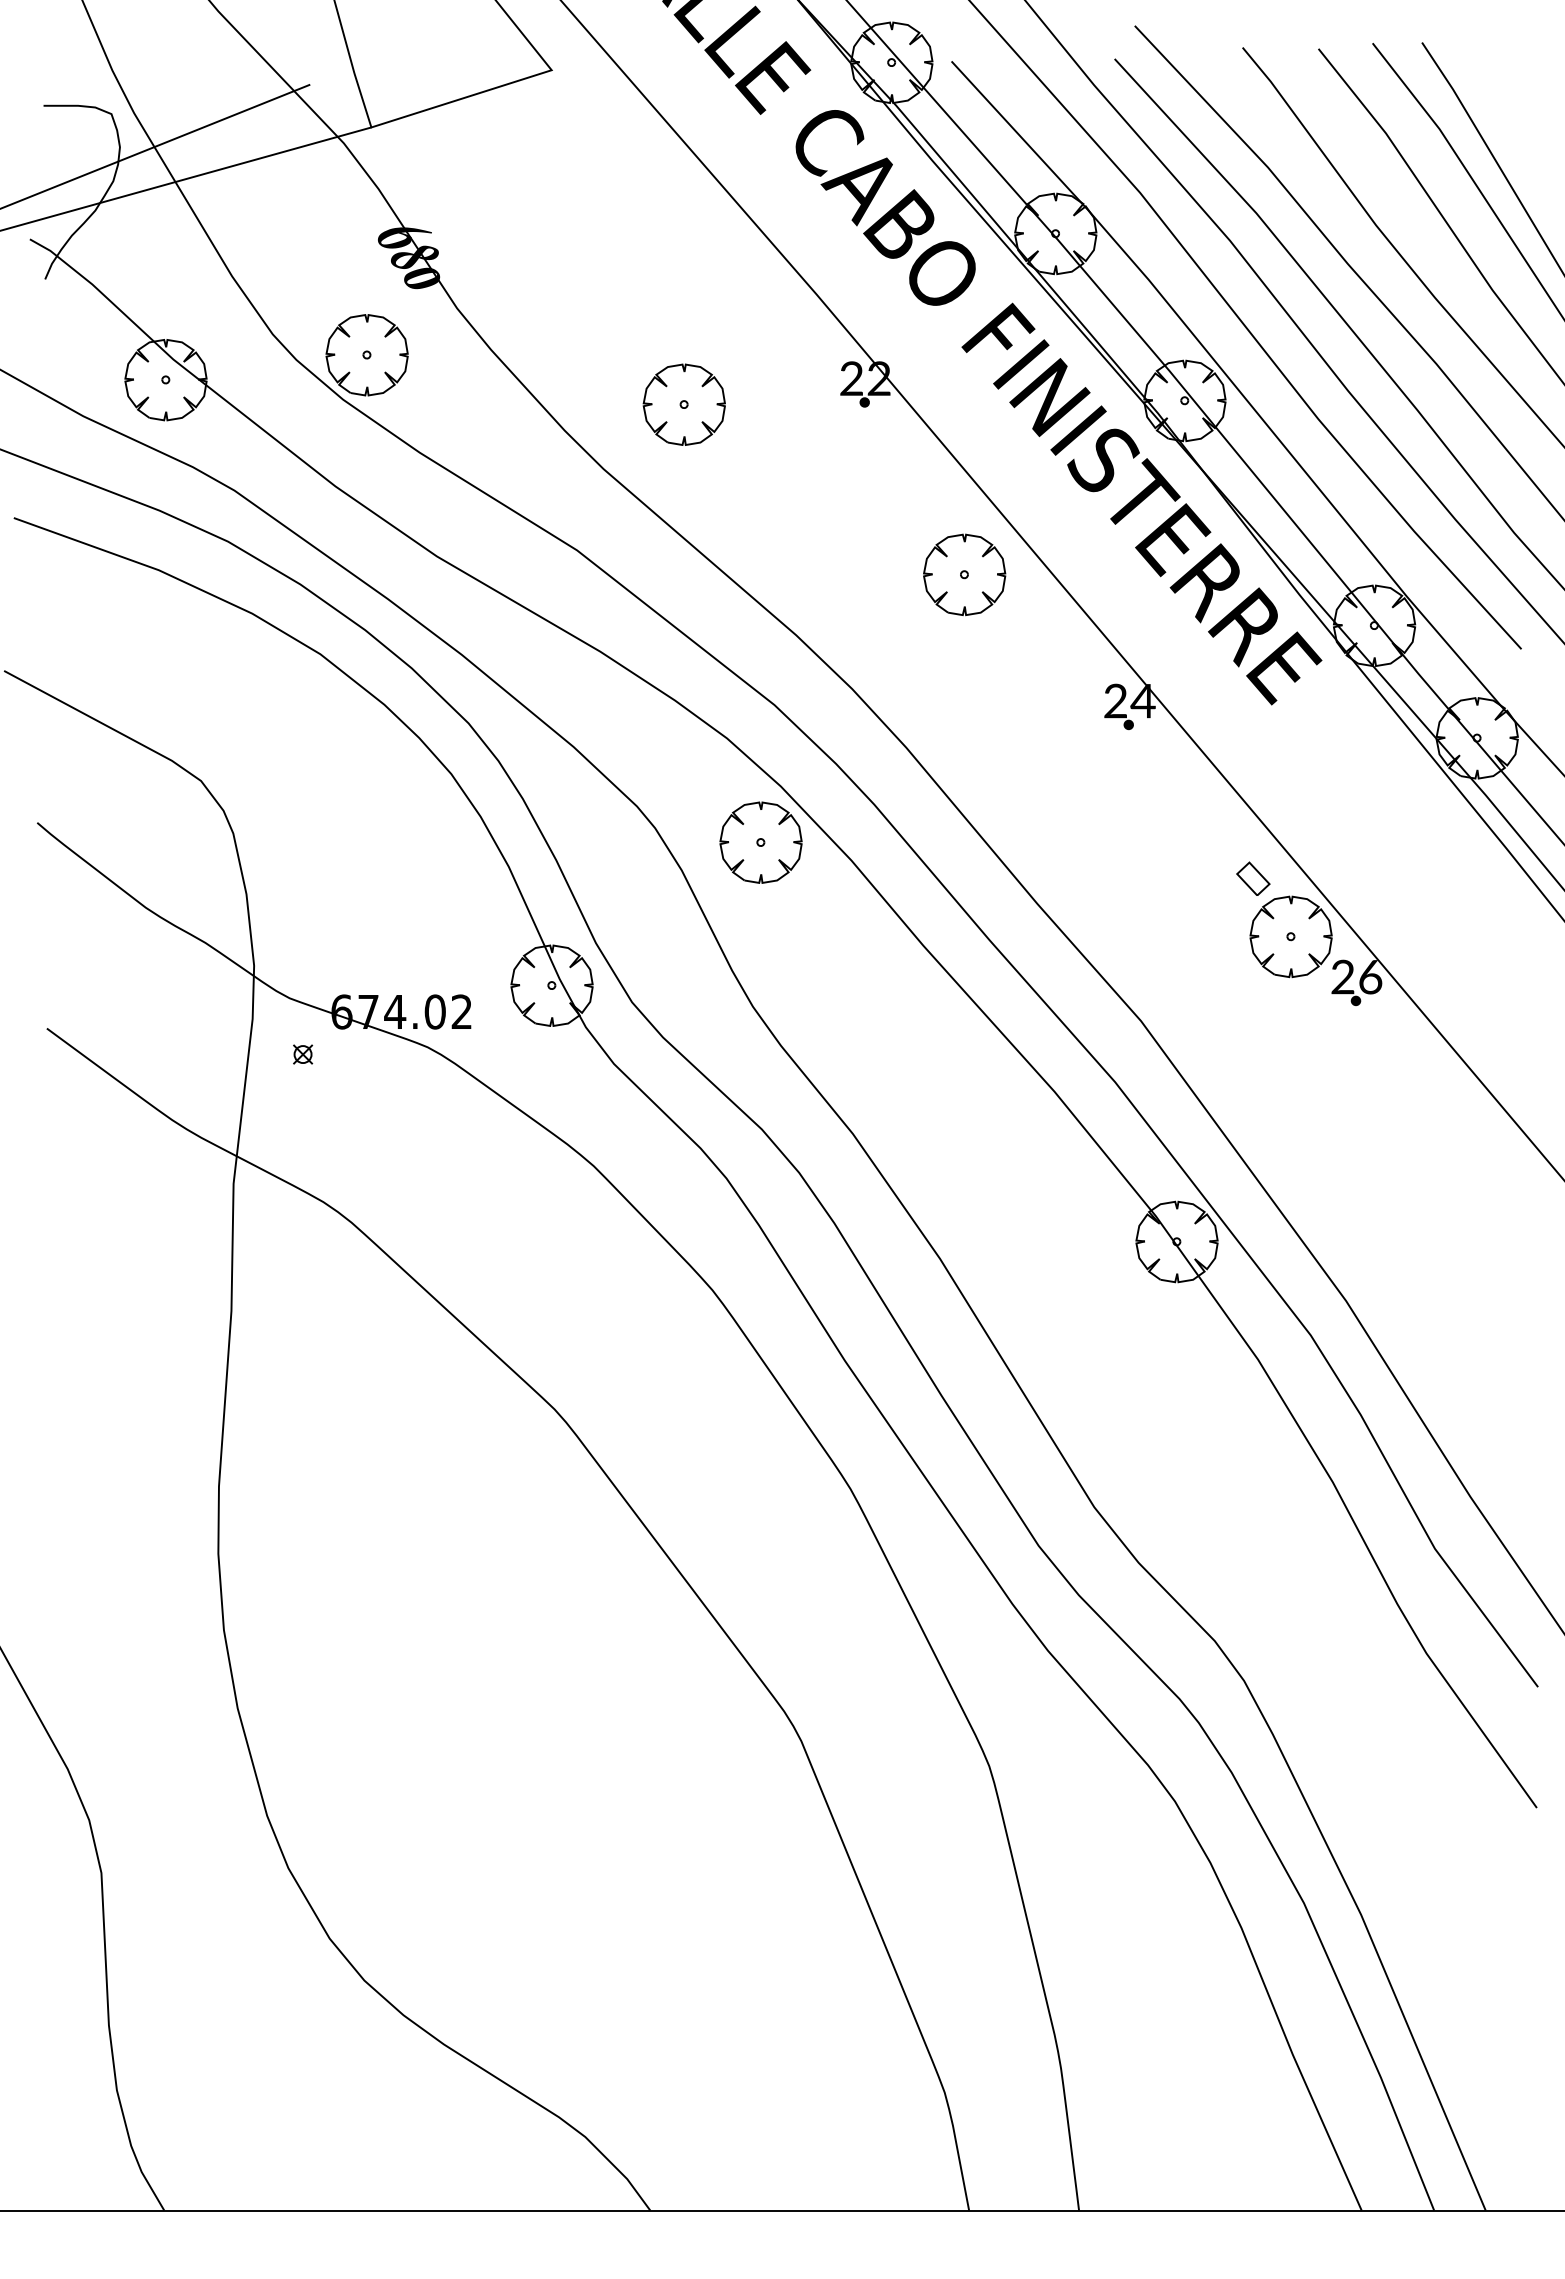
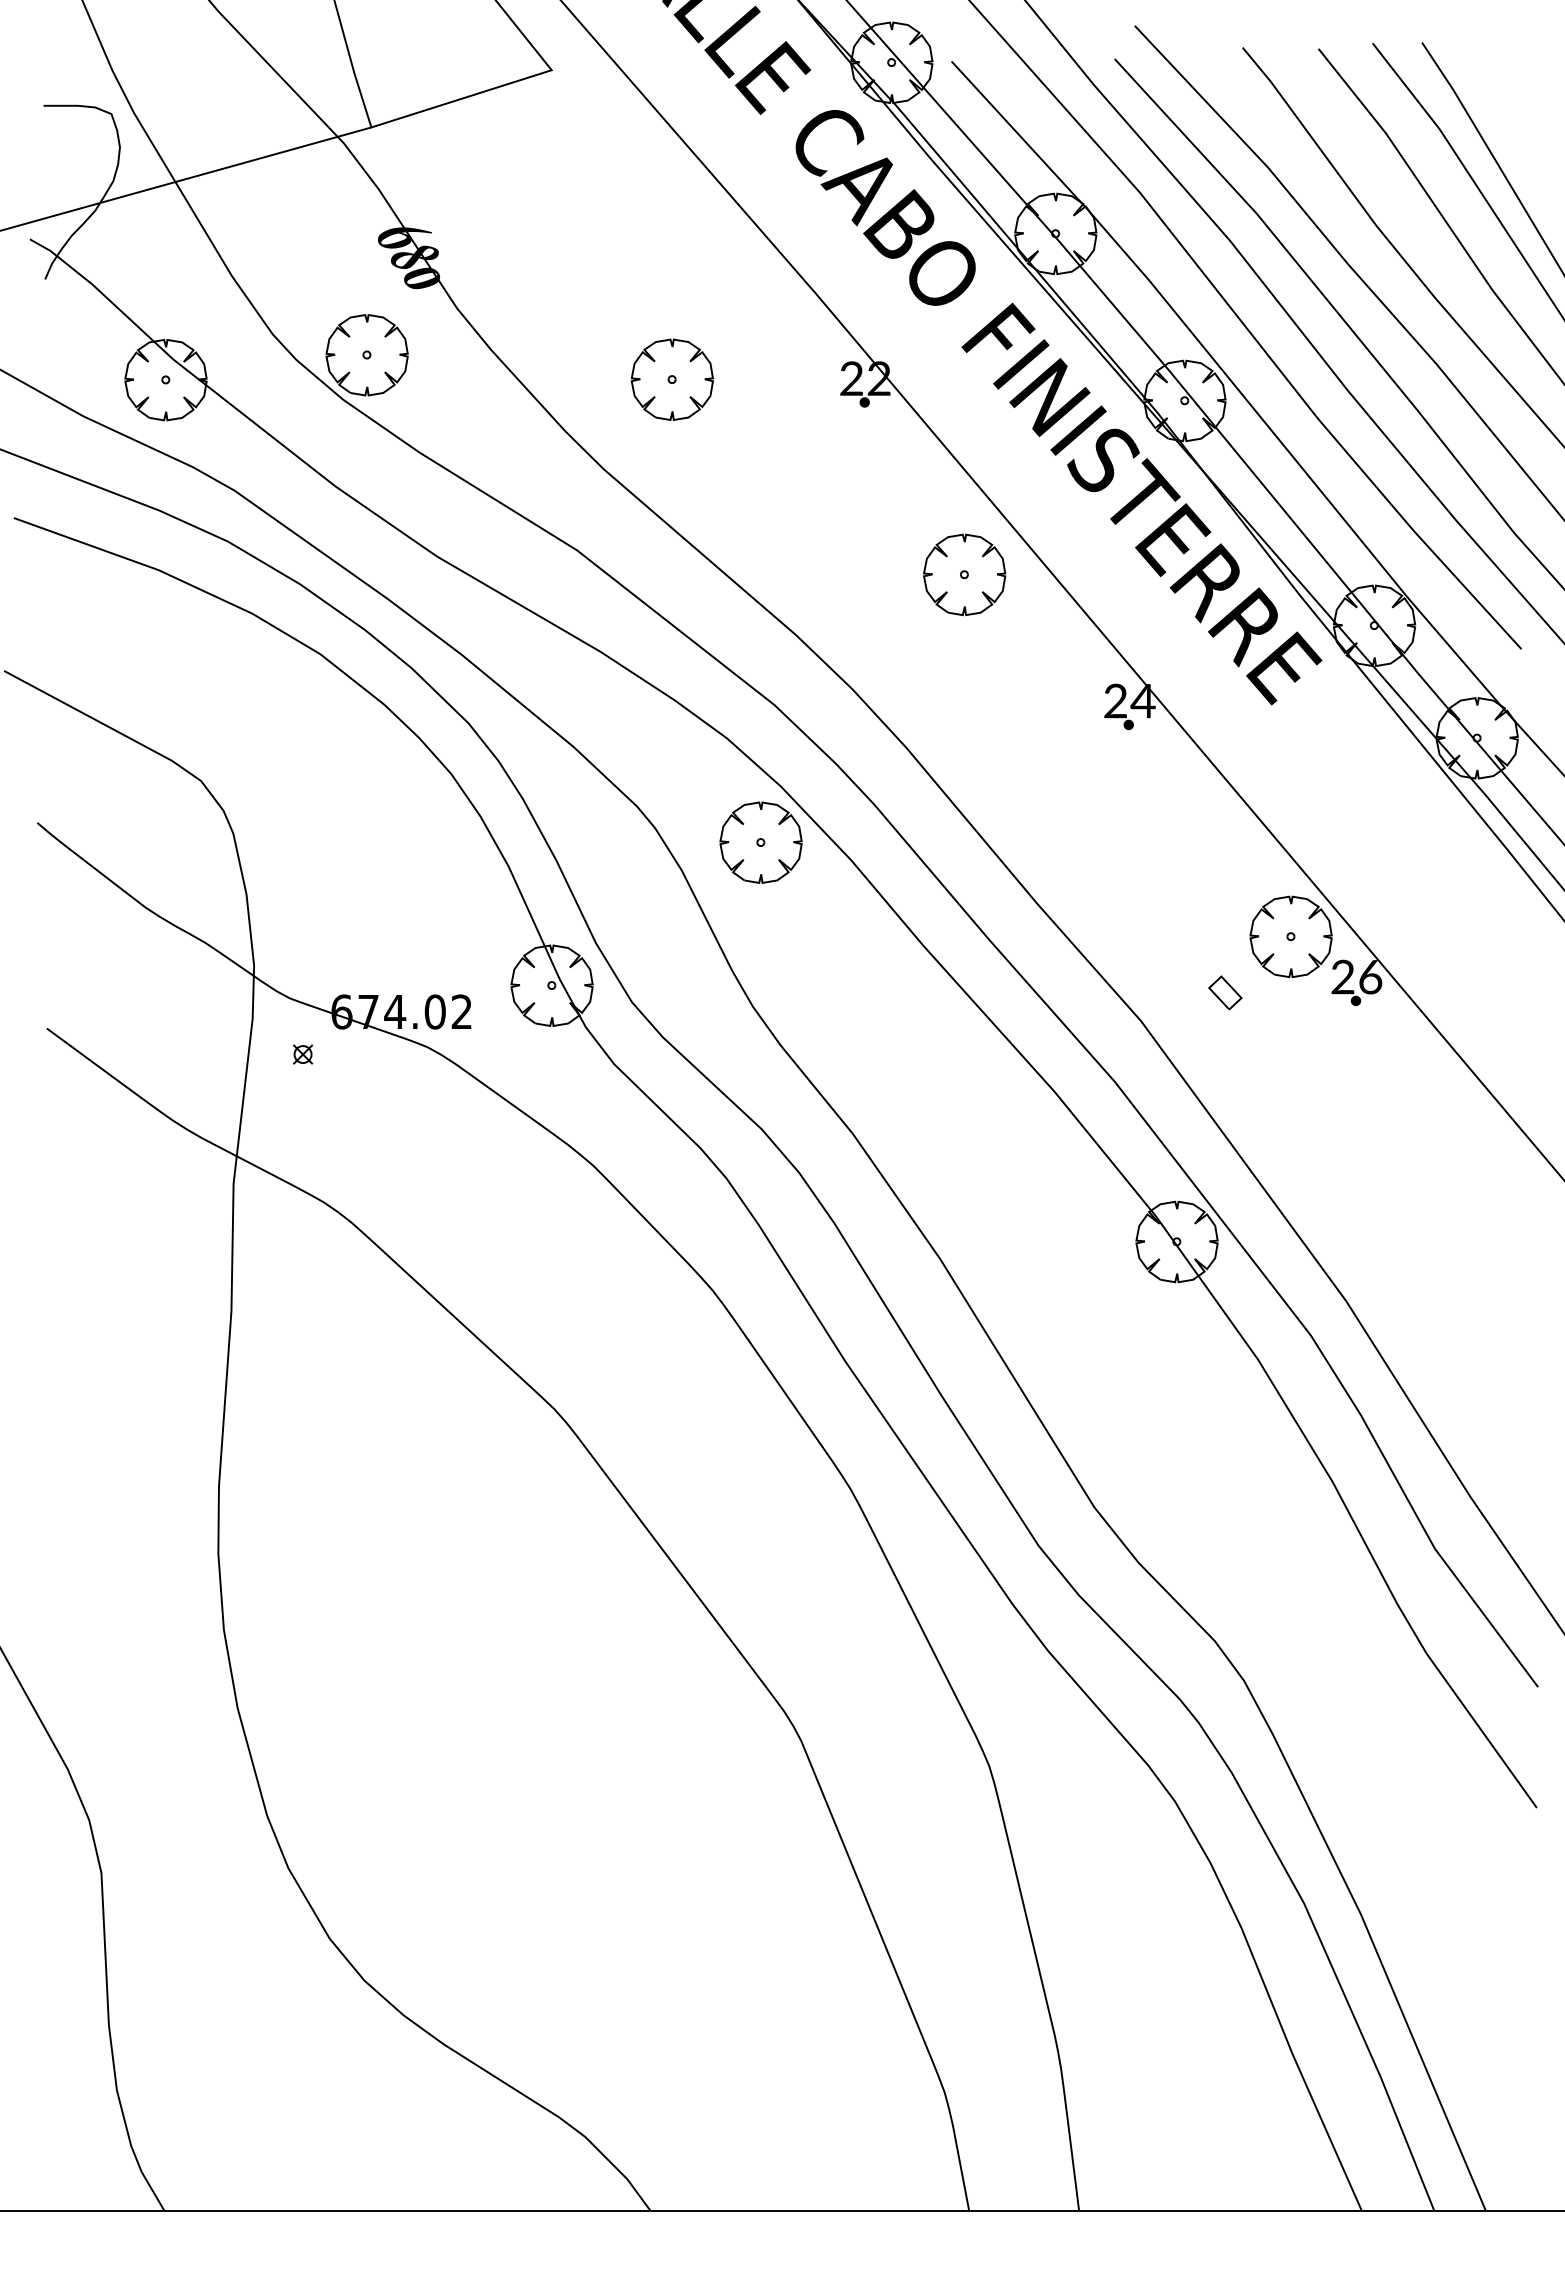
line at (155, 146): present -> none
part at (683, 404) position: (683, 404) -> (671, 379)
part at (1253, 878) position: (1253, 878) -> (1225, 992)
